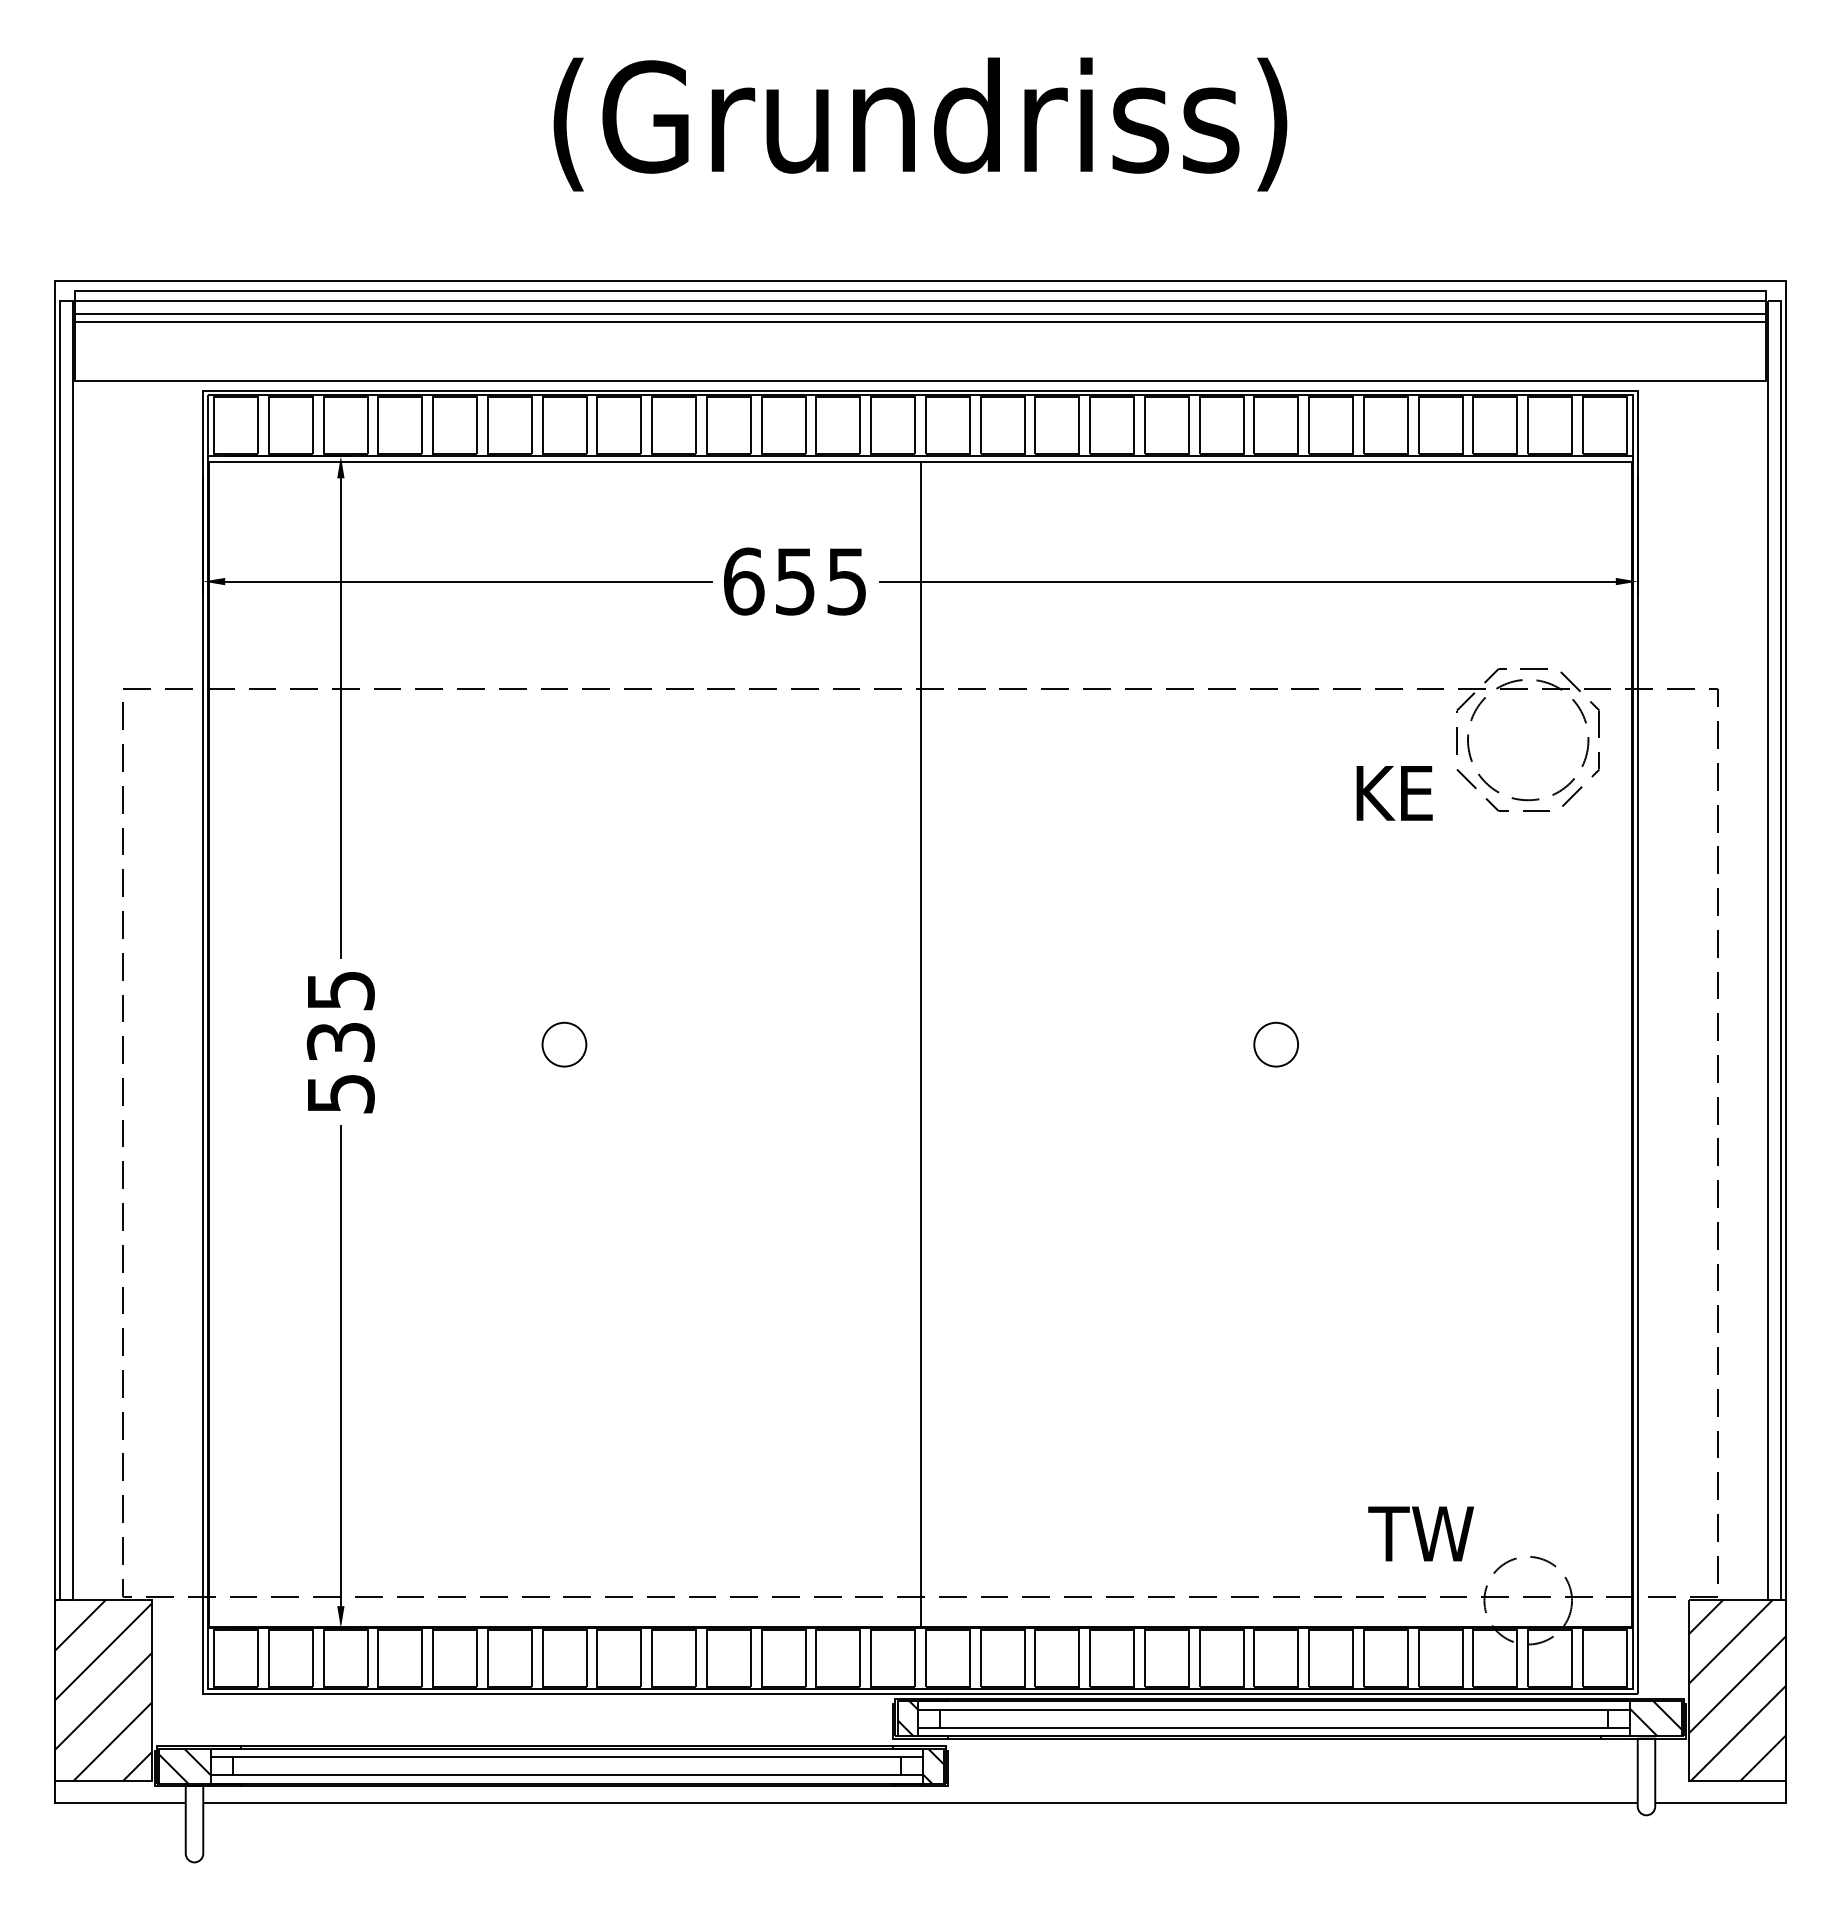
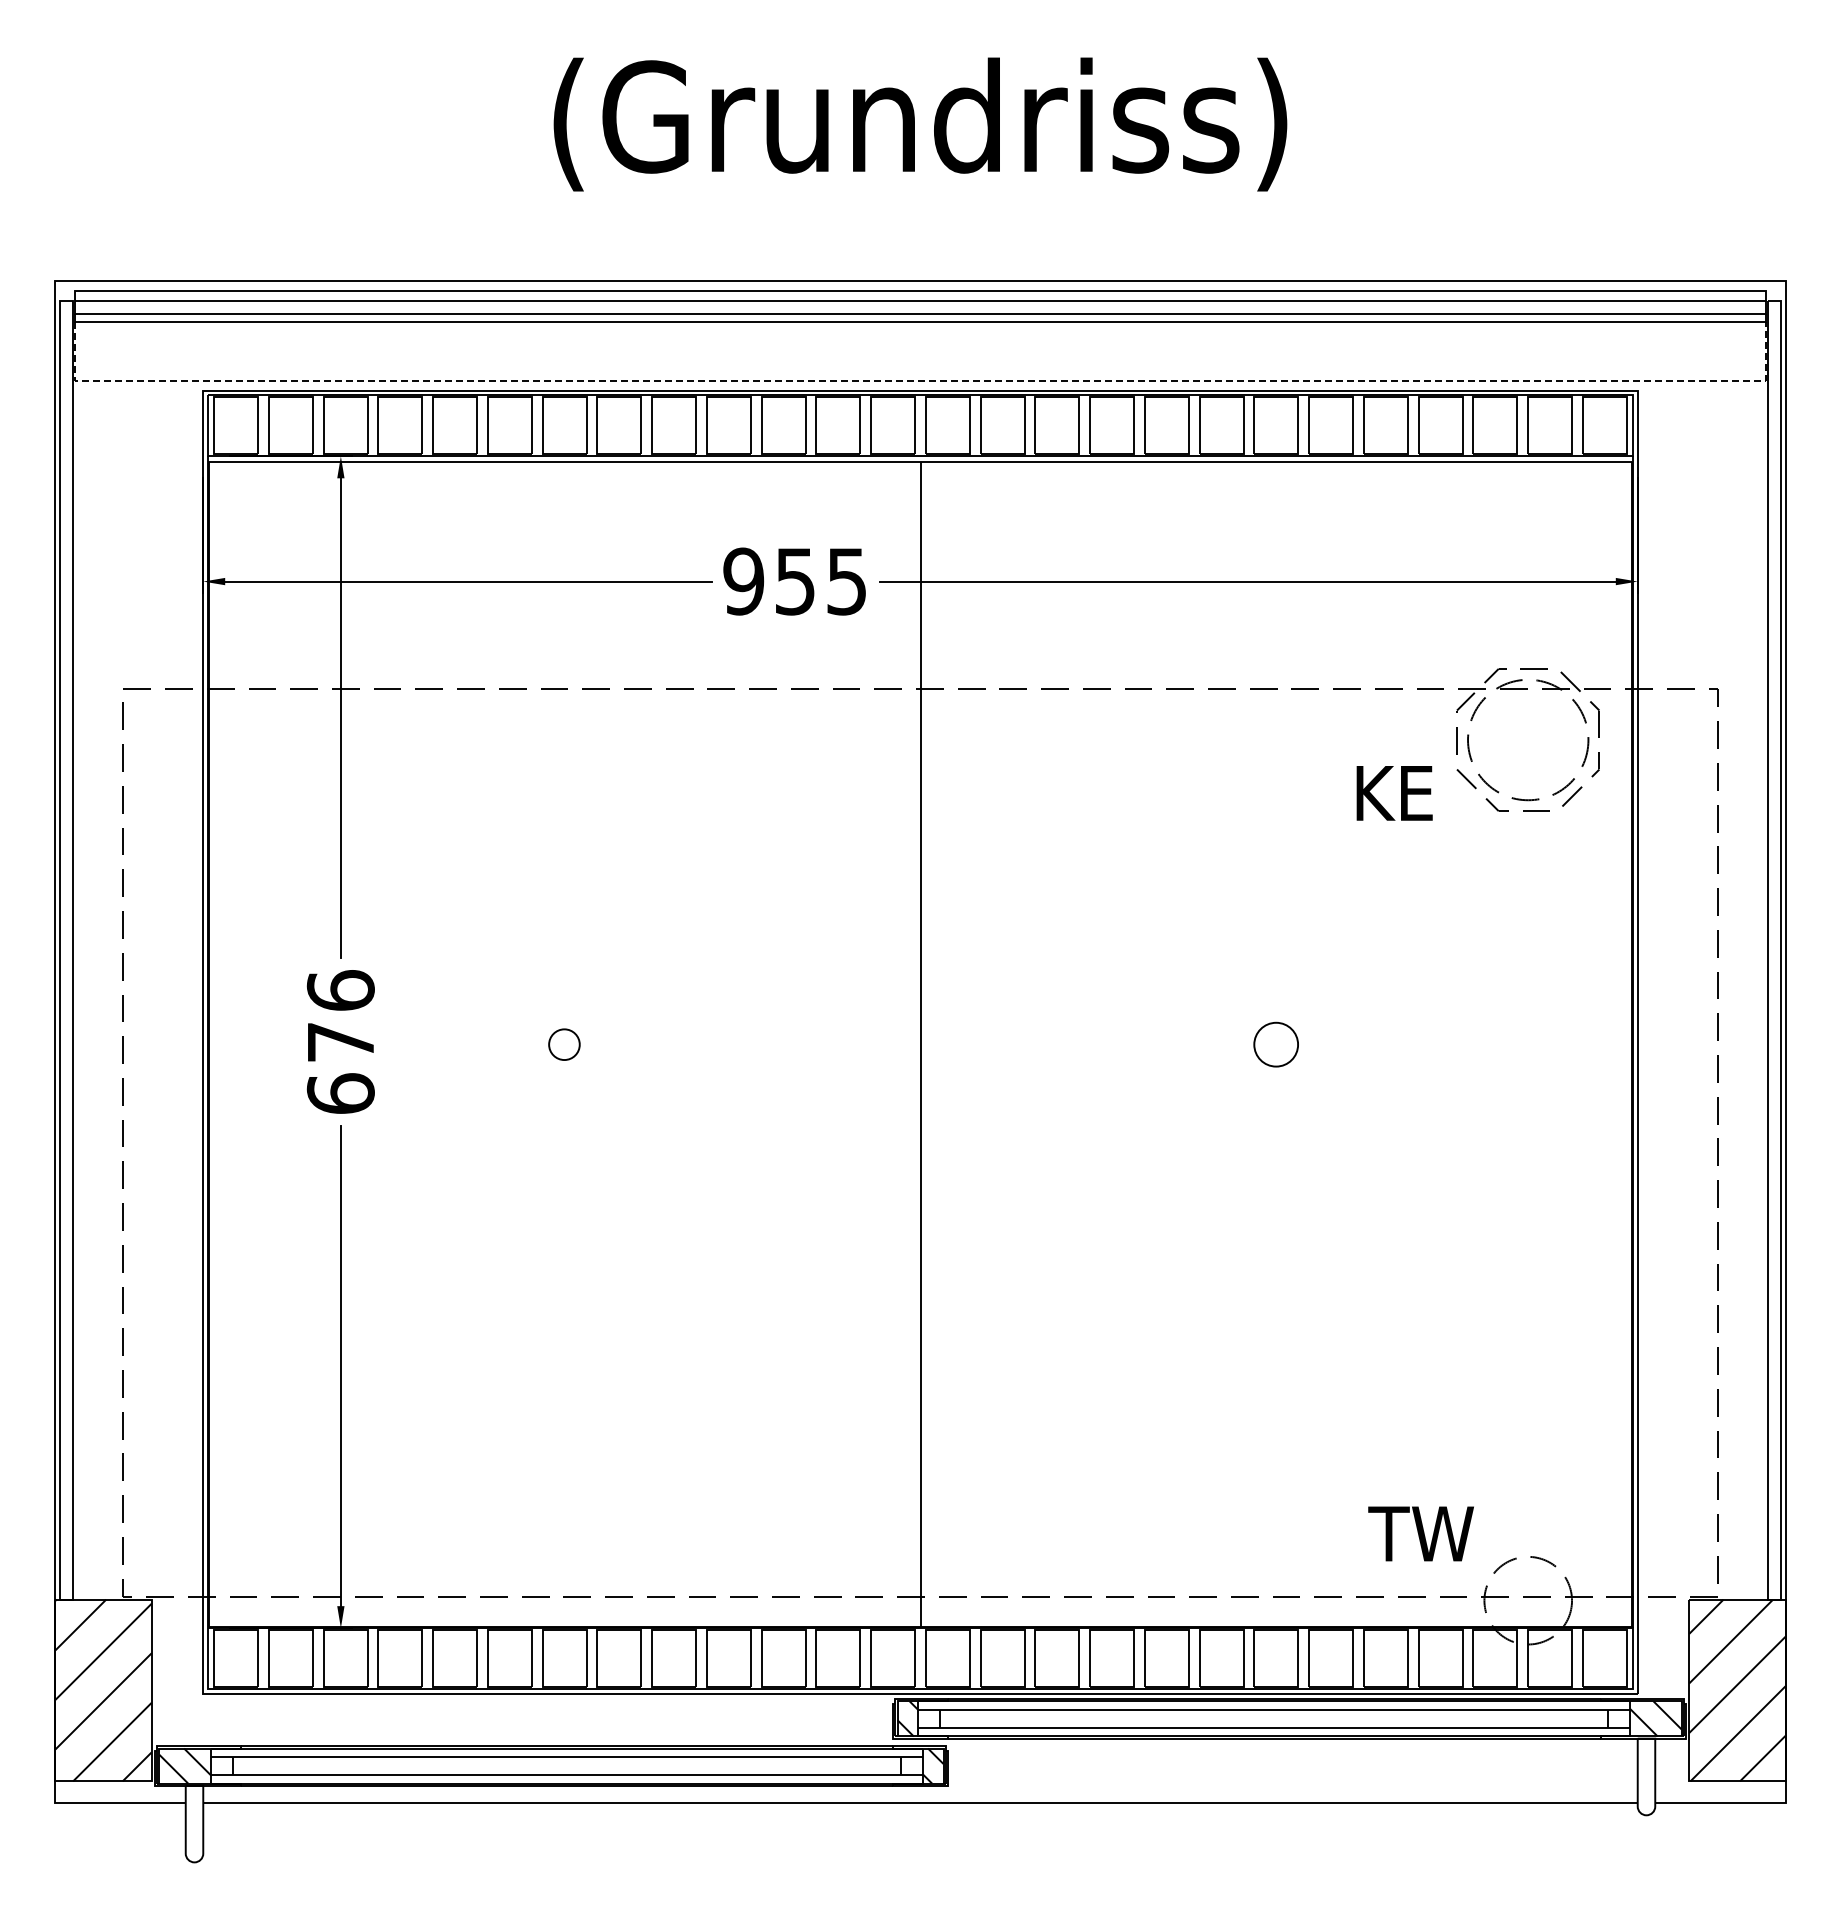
line at (921, 380): solid -> dashed
text at (743, 581): 655 -> 955
text at (340, 1041): 535 -> 676
circle at (564, 1044) diameter: 44 px -> 31 px
